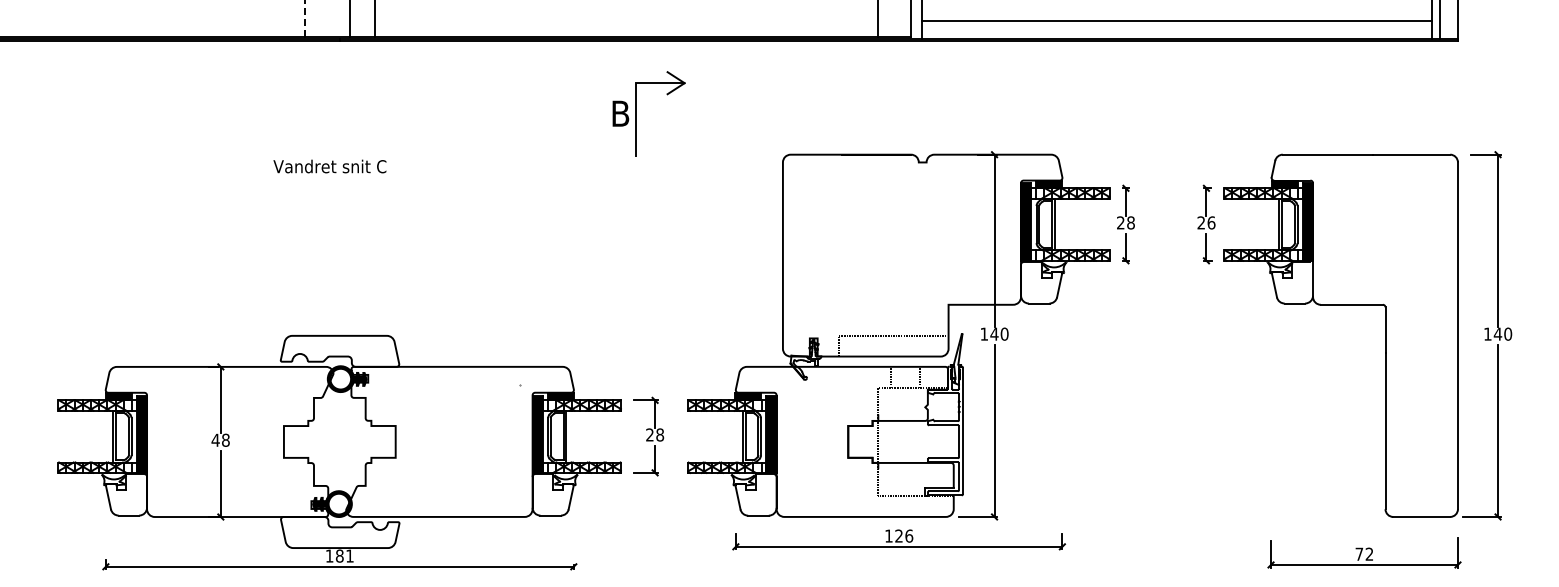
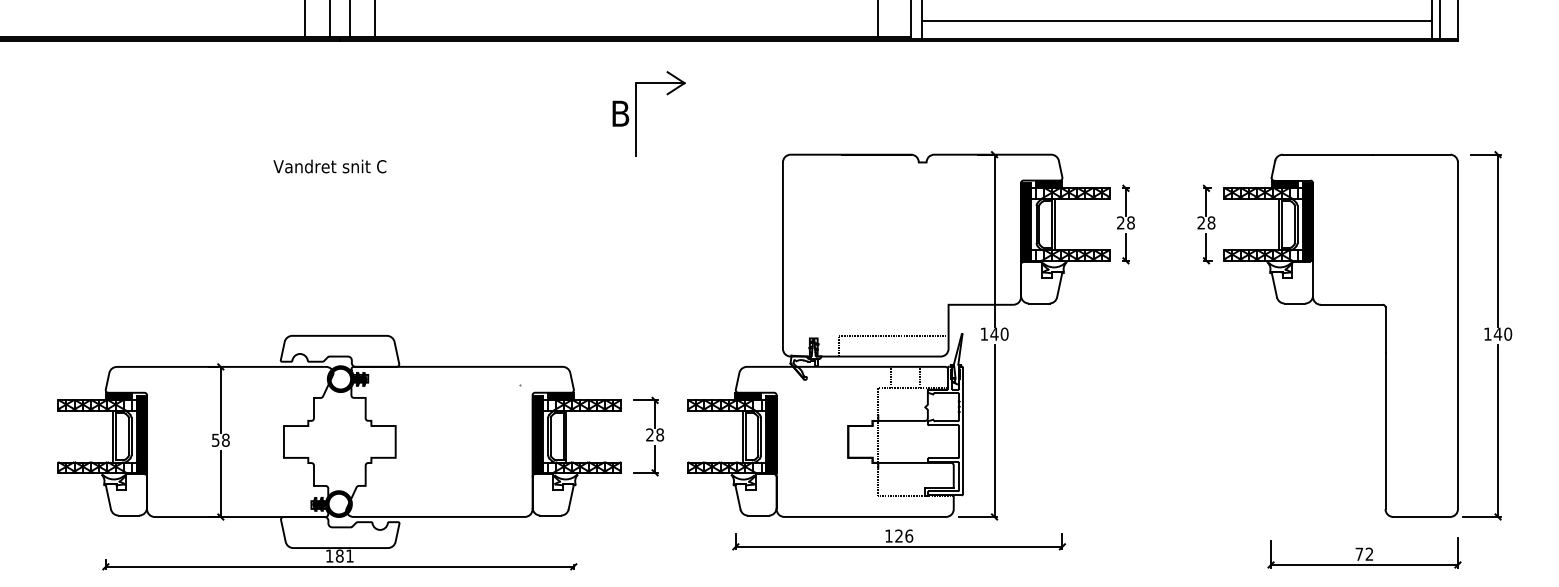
line at (305, 18): dashed -> solid
line at (329, 19): none -> present
text at (1211, 222): 26 -> 28
text at (215, 439): 48 -> 58
